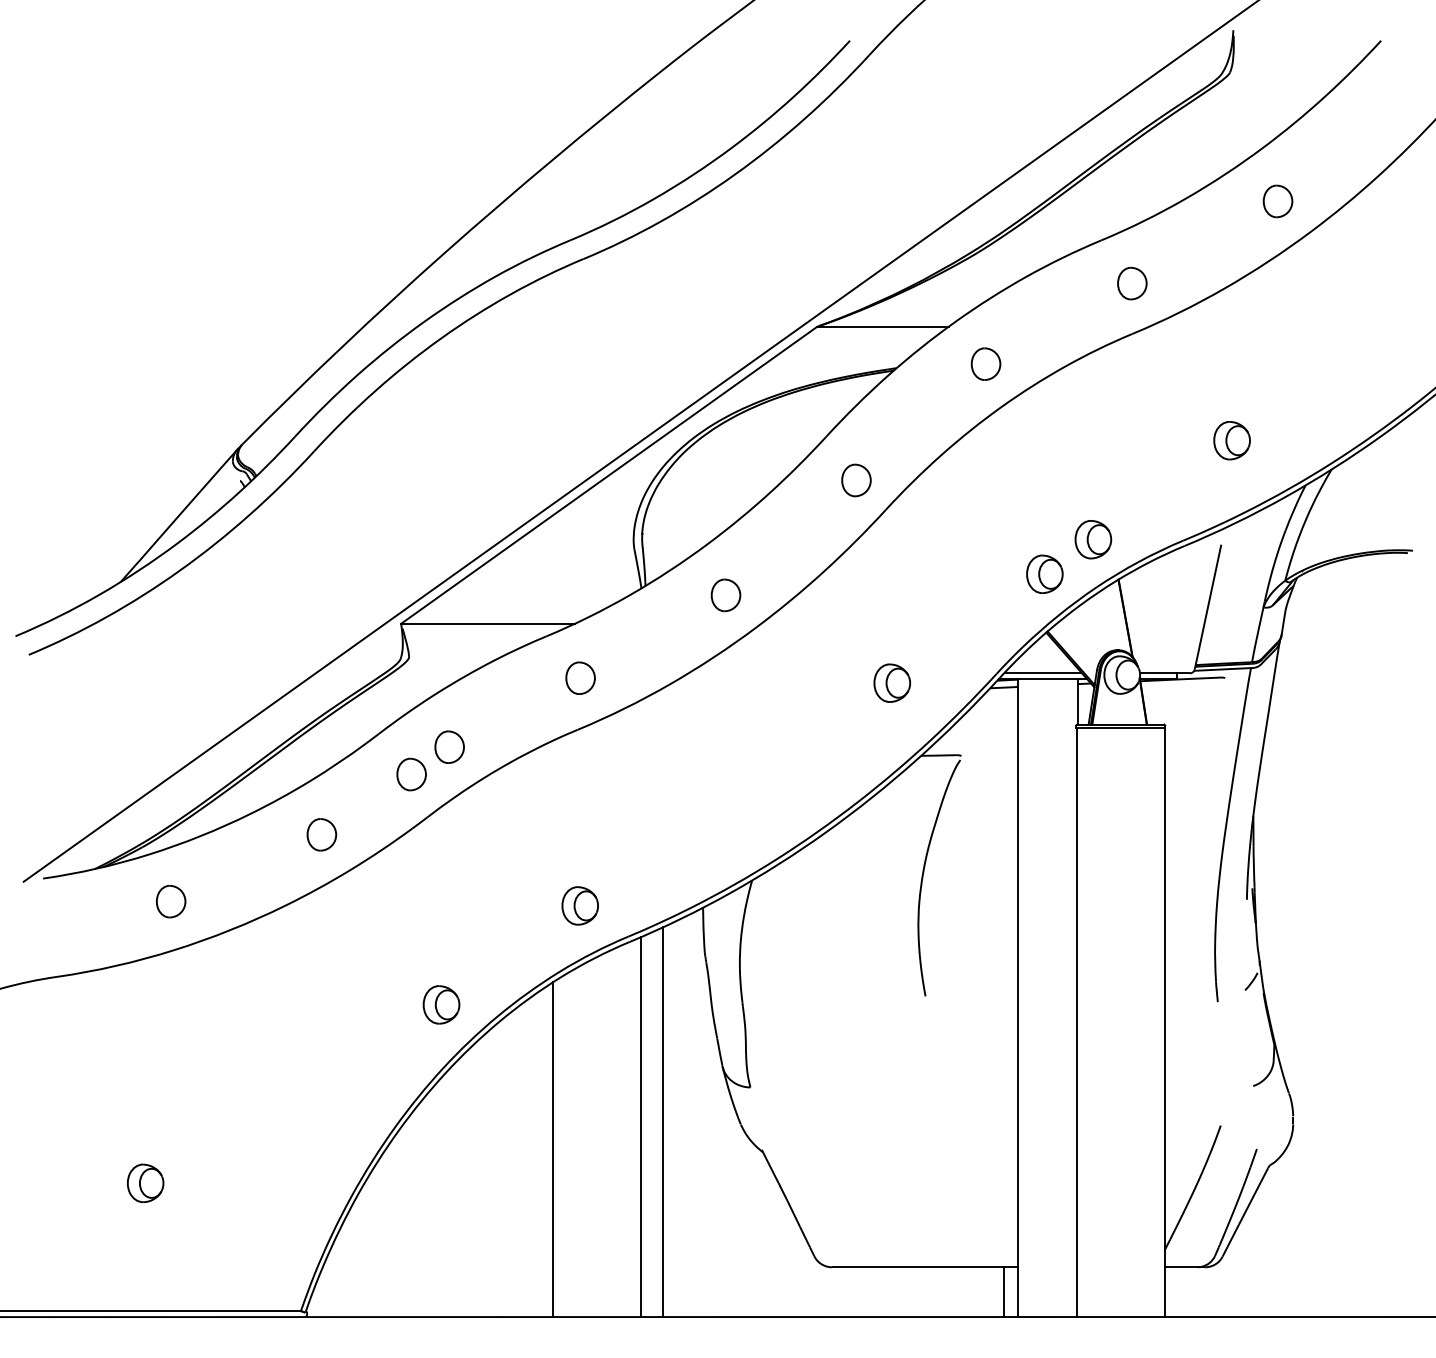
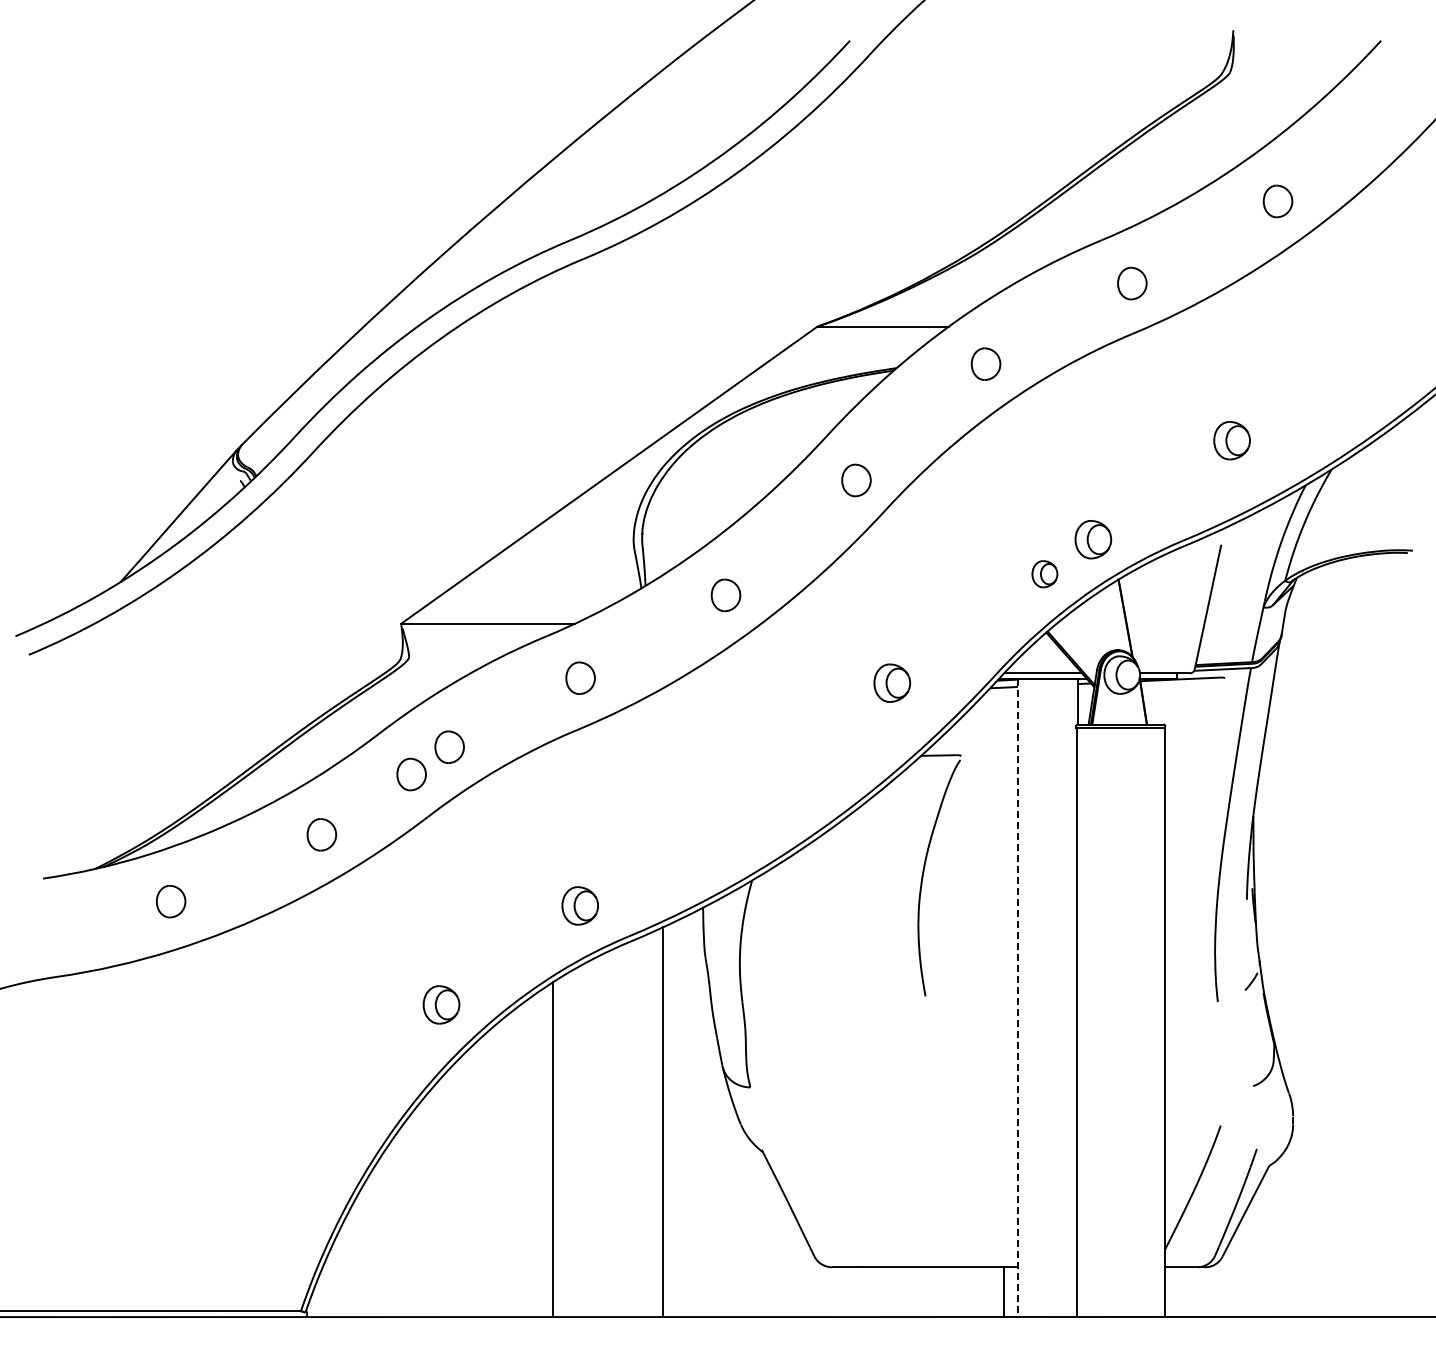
line at (639, 441): present -> none
part at (1044, 573) size: 38x40 px -> 28x29 px
line at (1017, 997): solid -> dashed
line at (641, 1126): present -> none
part at (145, 1183): present -> none
